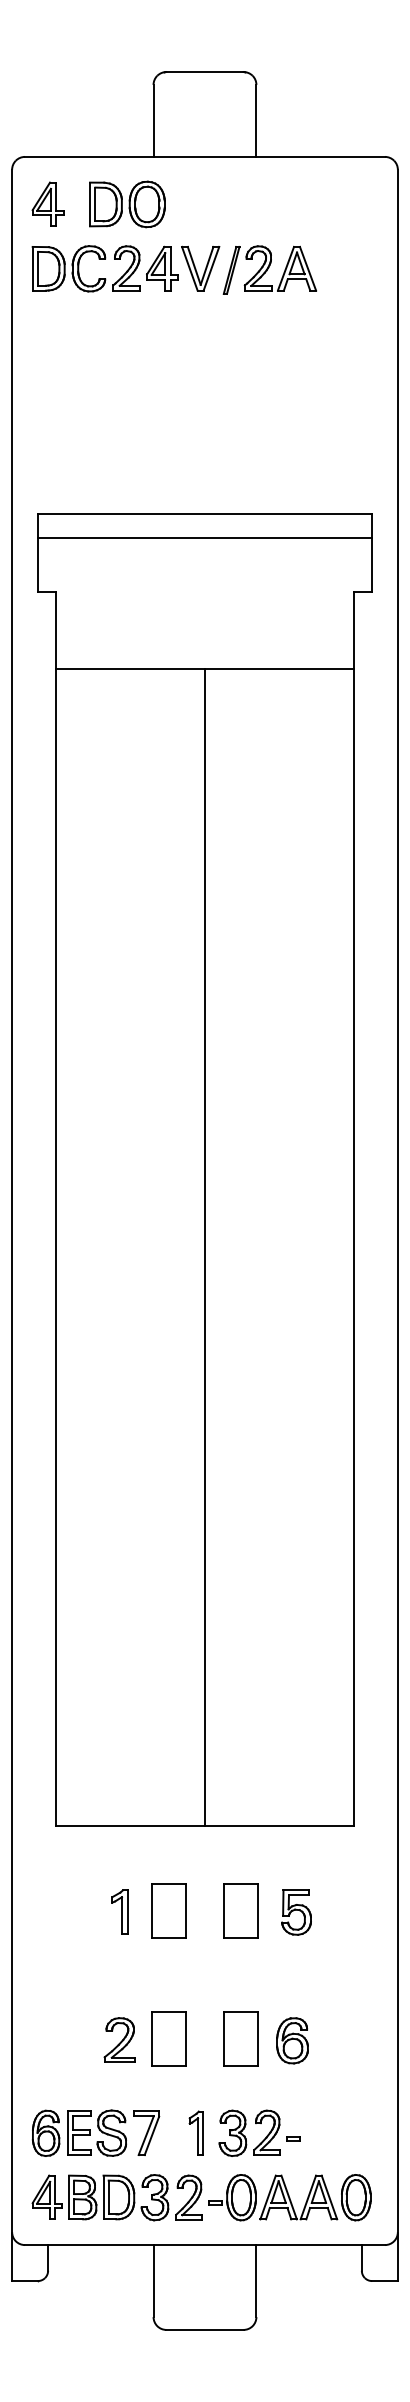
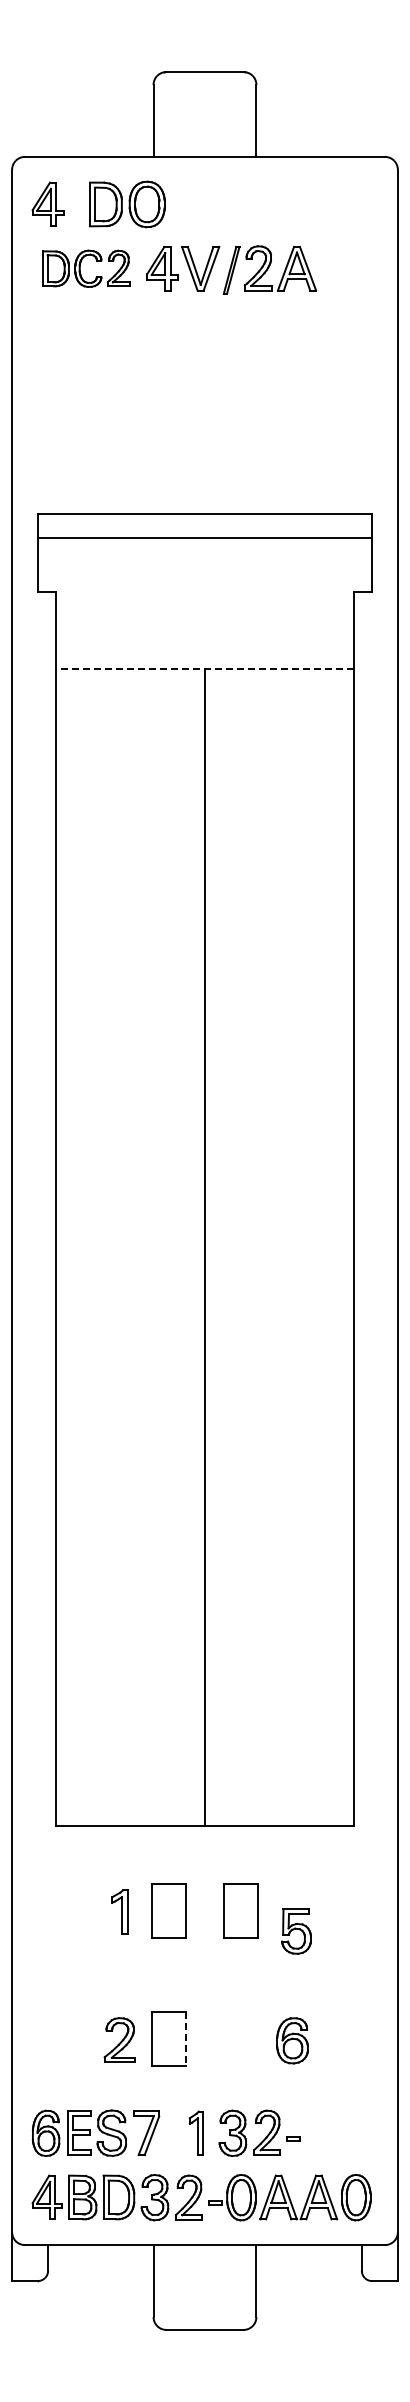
part at (85, 268) size: 110x48 px -> 89x39 px
line at (204, 668): solid -> dashed
part at (296, 1912) position: (296, 1912) -> (296, 1931)
part at (240, 2038): present -> none
line at (185, 2039): solid -> dashed
